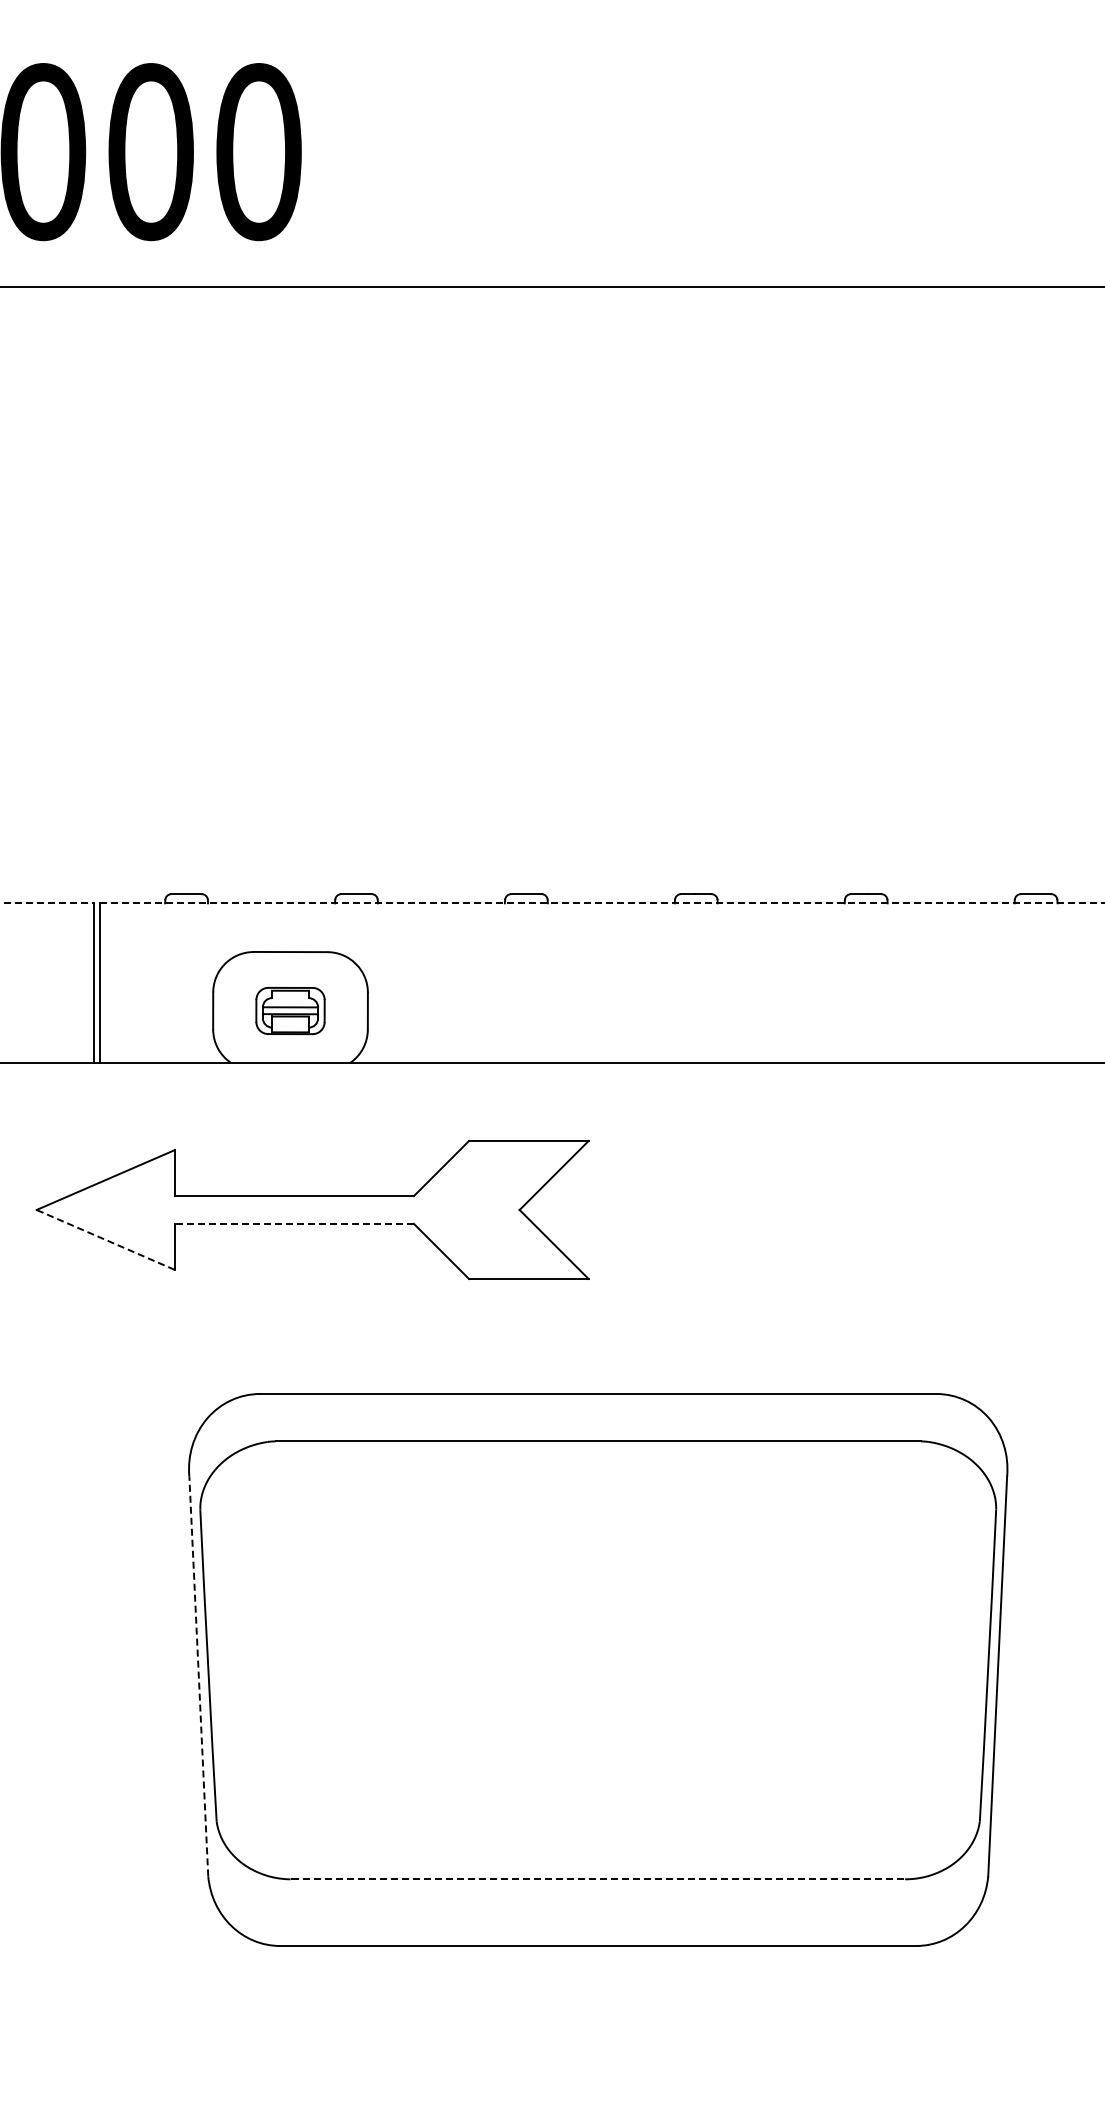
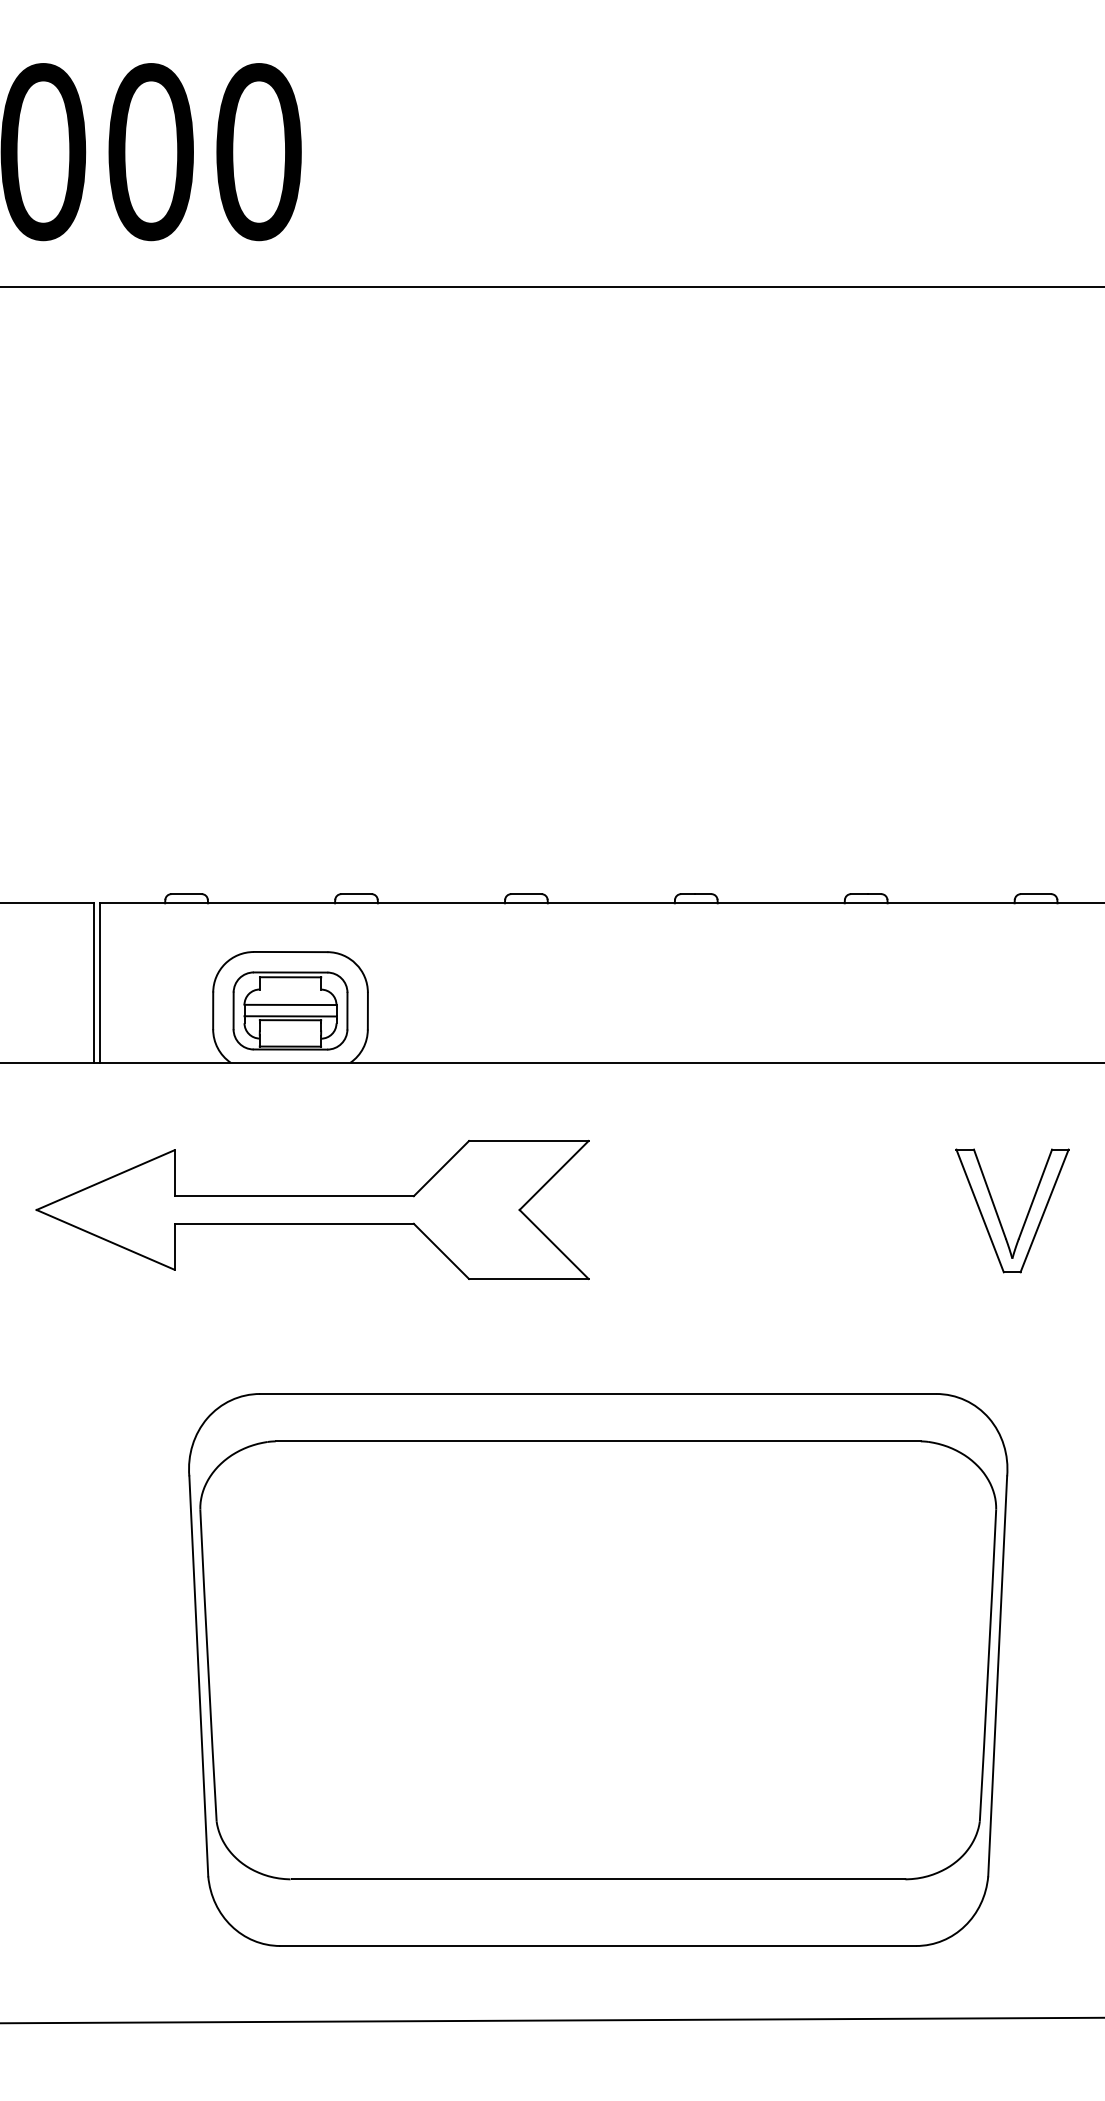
line at (47, 903): dashed -> solid
line at (602, 903): dashed -> solid
part at (290, 1010) size: 71x50 px -> 117x80 px
part at (998, 1214): none -> present
line at (294, 1223): dashed -> solid
line at (105, 1239): dashed -> solid
line at (198, 1675): dashed -> solid
line at (598, 1879): dashed -> solid
line at (551, 2020): none -> present
